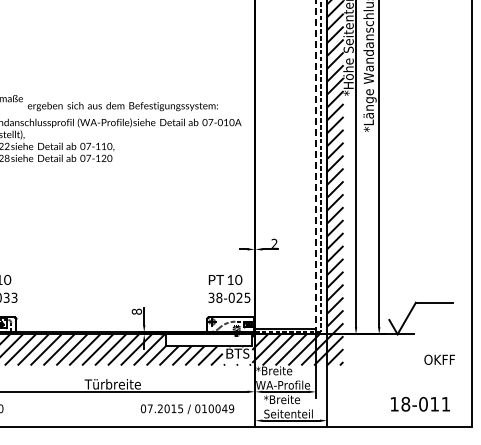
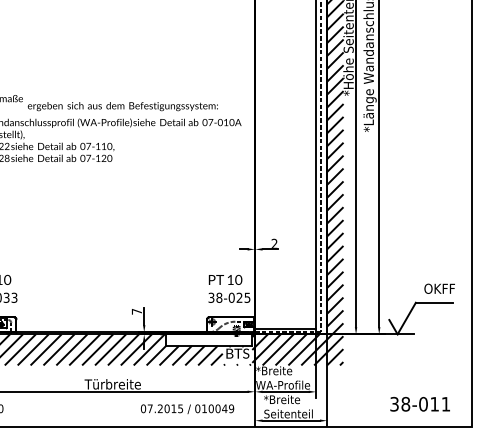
line at (315, 167): dashed -> solid
text at (136, 311): 8 -> 7
text at (439, 359) position: (439, 359) -> (439, 288)
text at (394, 403): 18-011 -> 38-011
